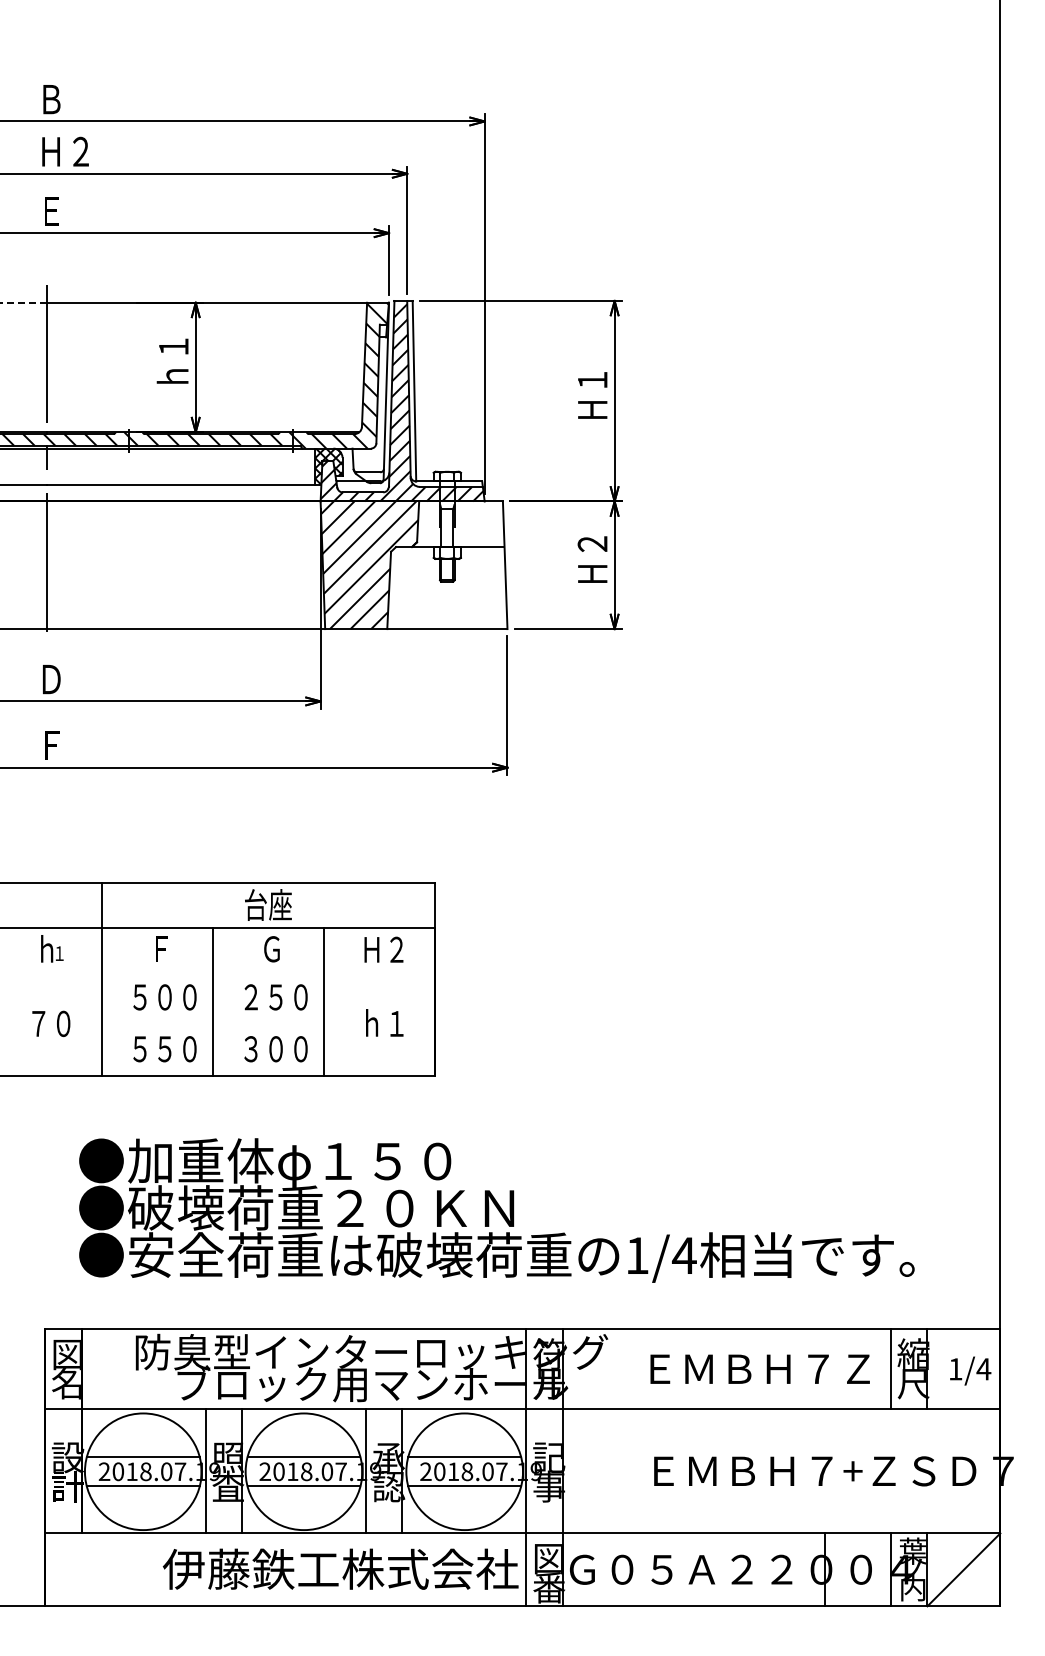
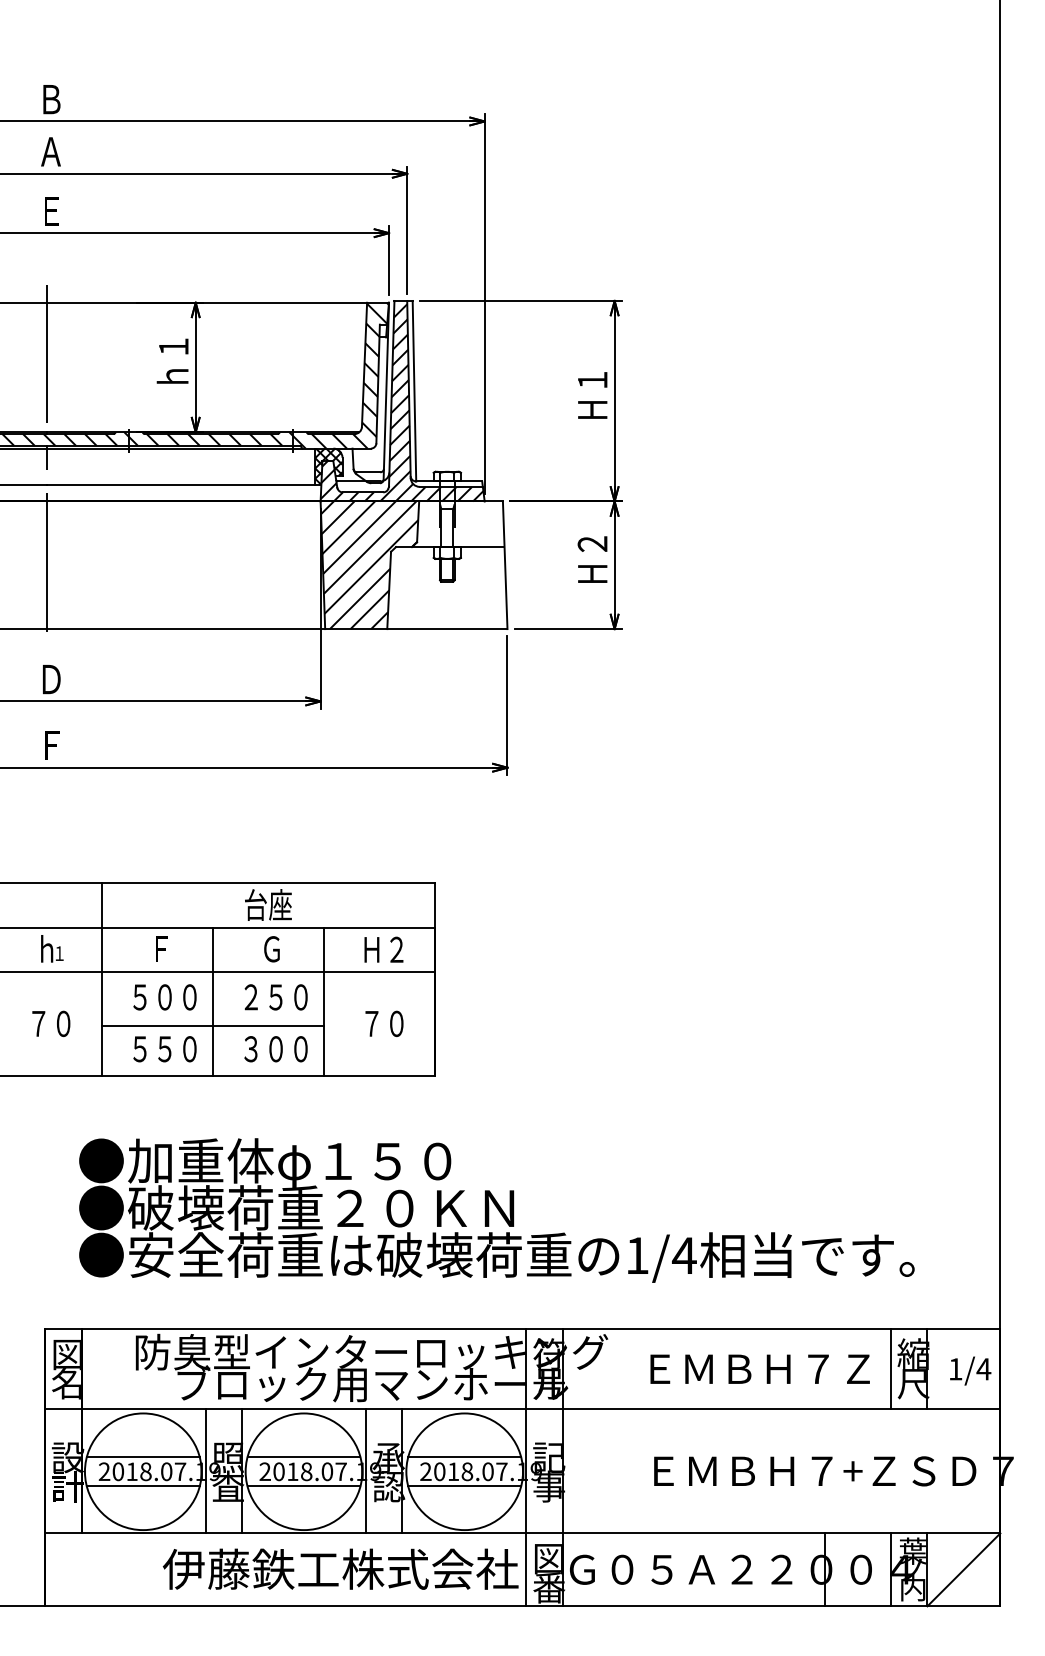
text at (64, 151): Ｈ２ -> Ａ
line at (23, 302): dashed -> solid
line at (218, 972): none -> present
text at (384, 1023): ｈ１ -> ７０
line at (213, 1026): none -> present
